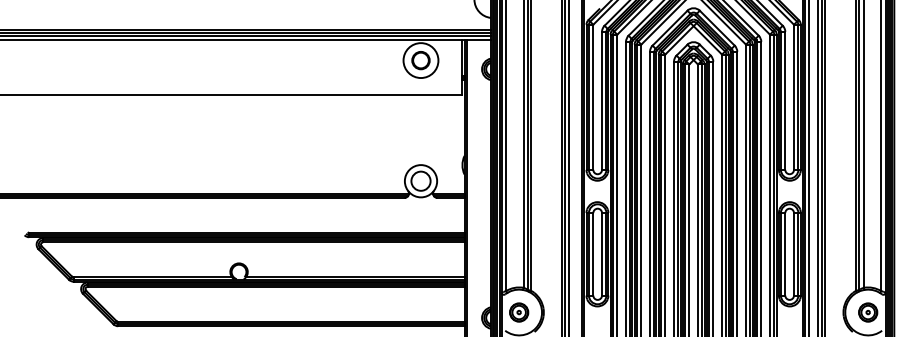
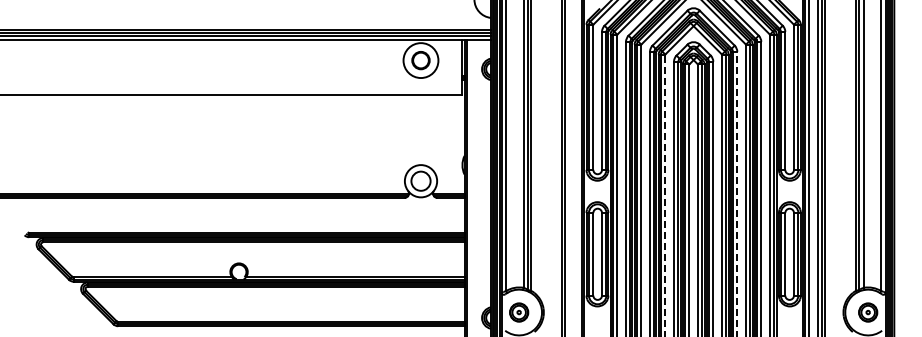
line at (569, 167): present -> none
line at (737, 193): solid -> dashed
line at (665, 195): solid -> dashed
